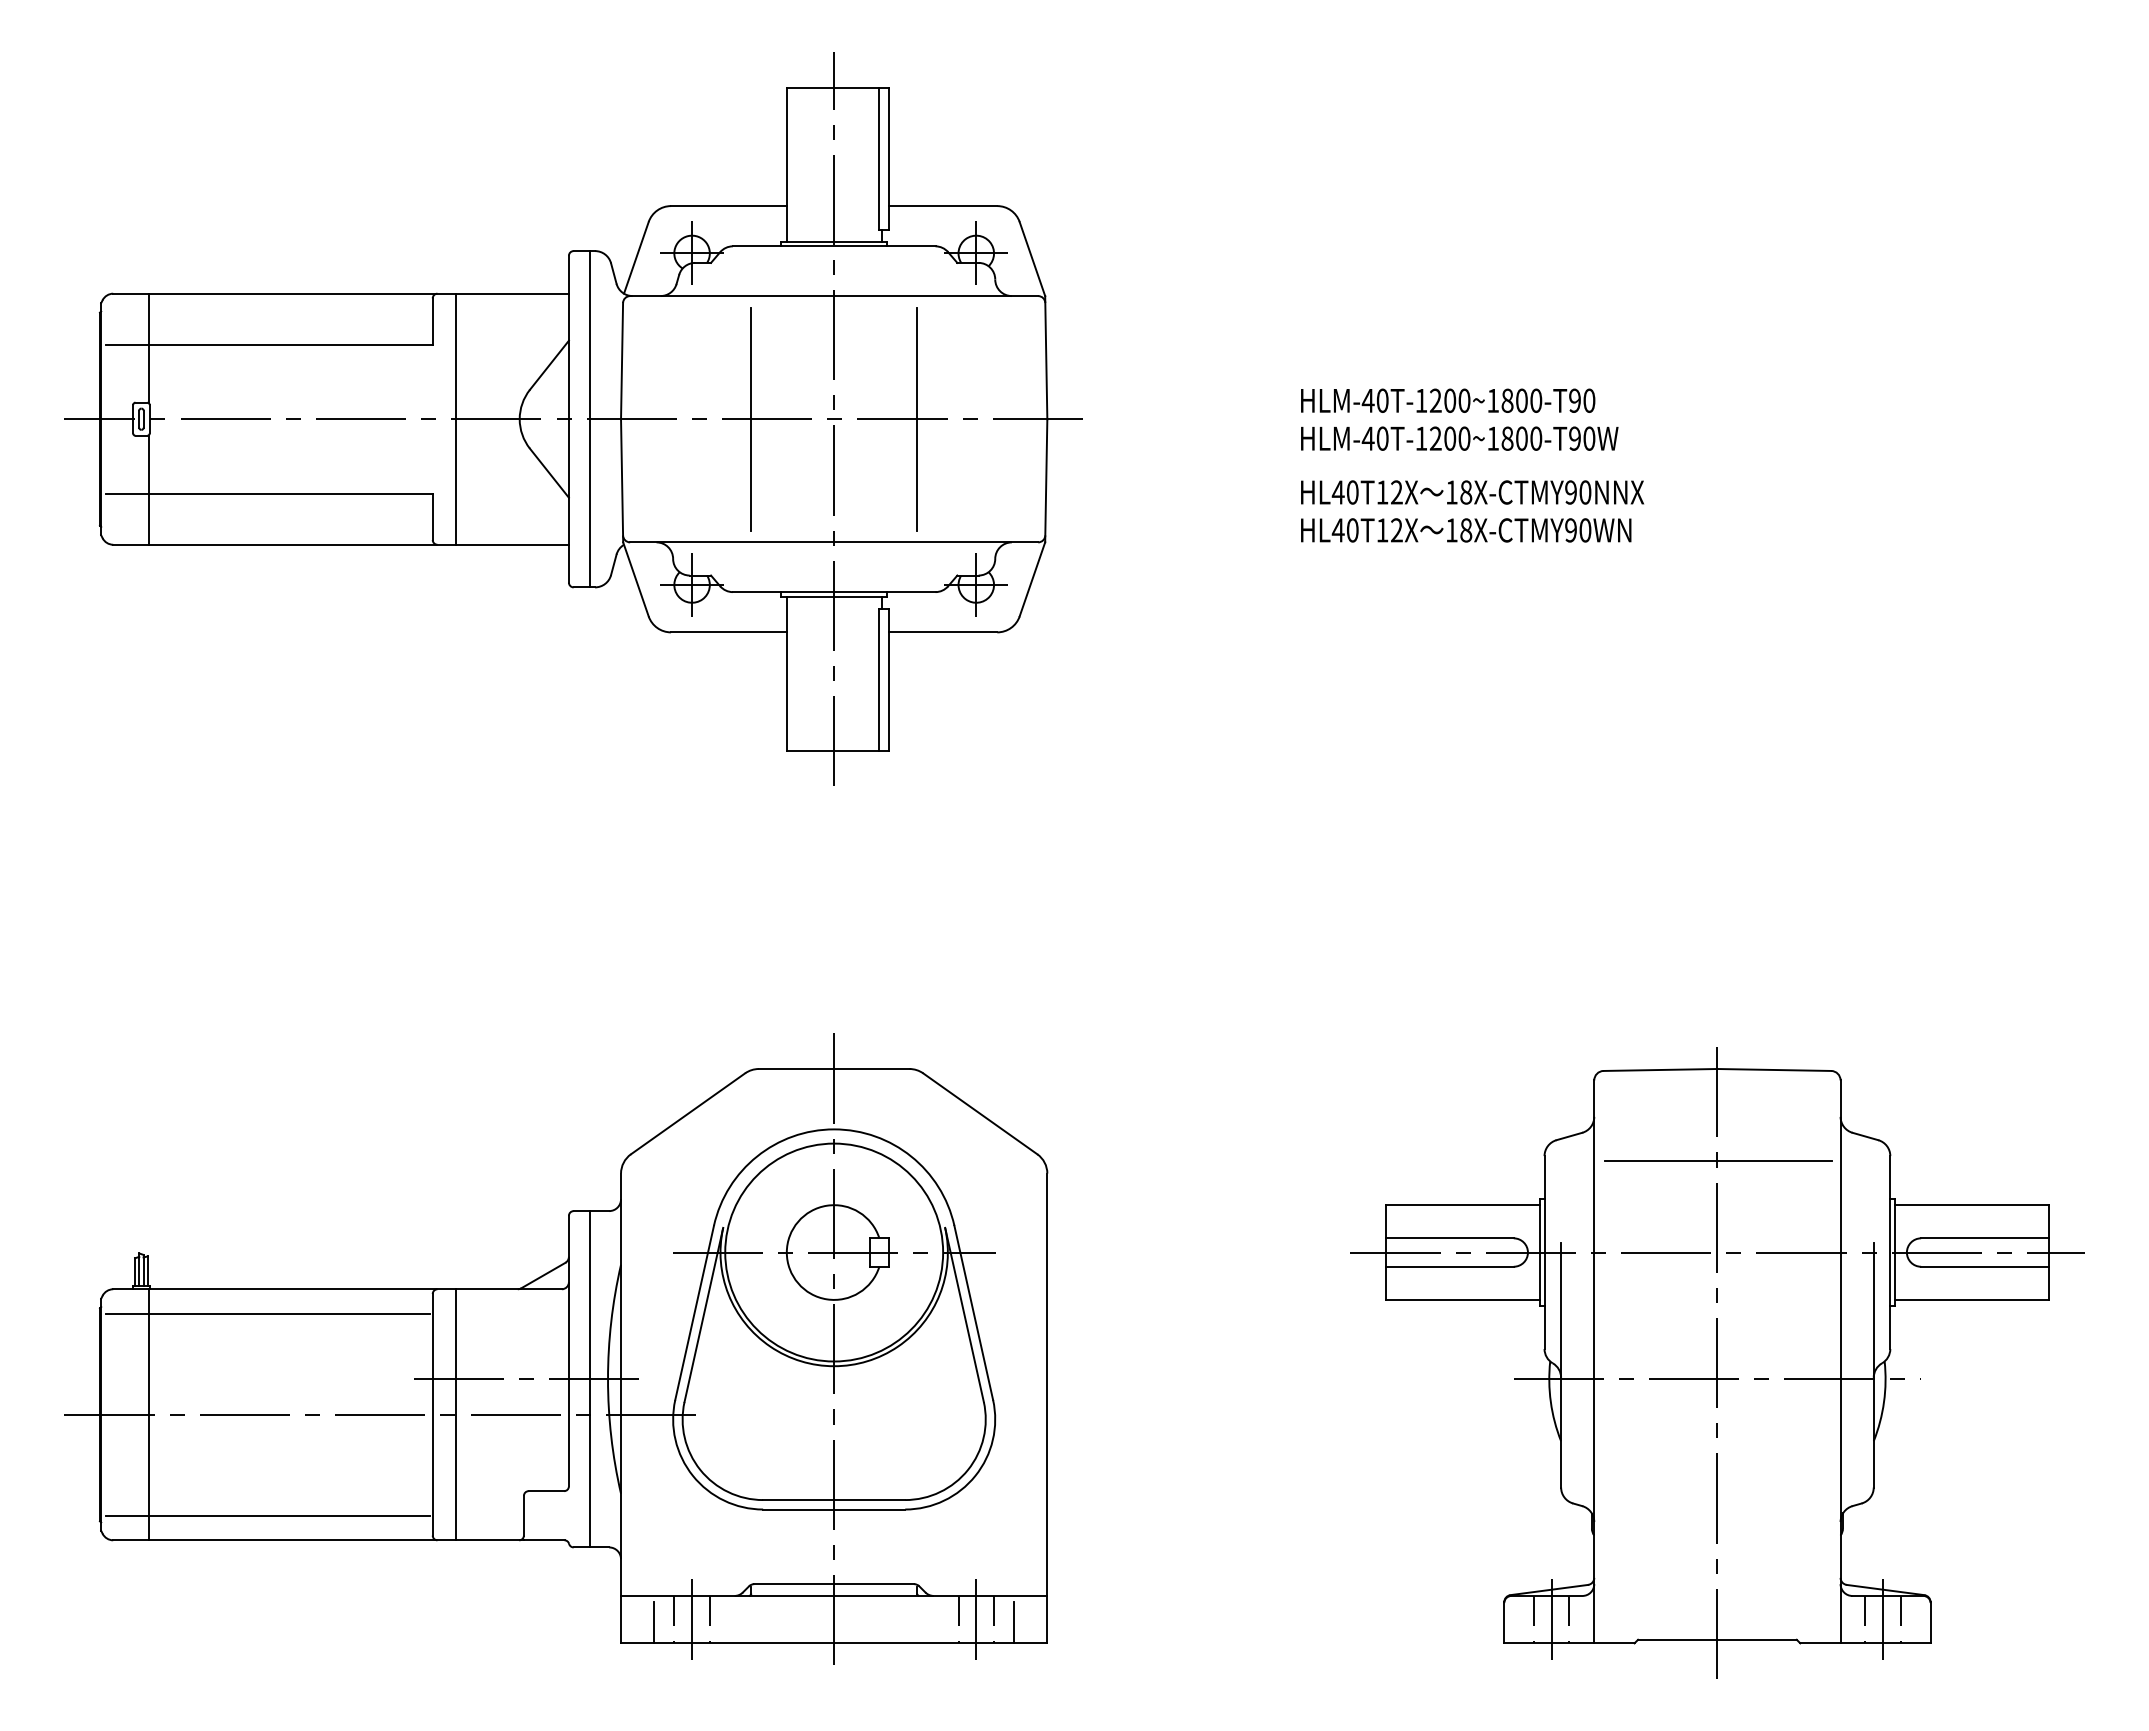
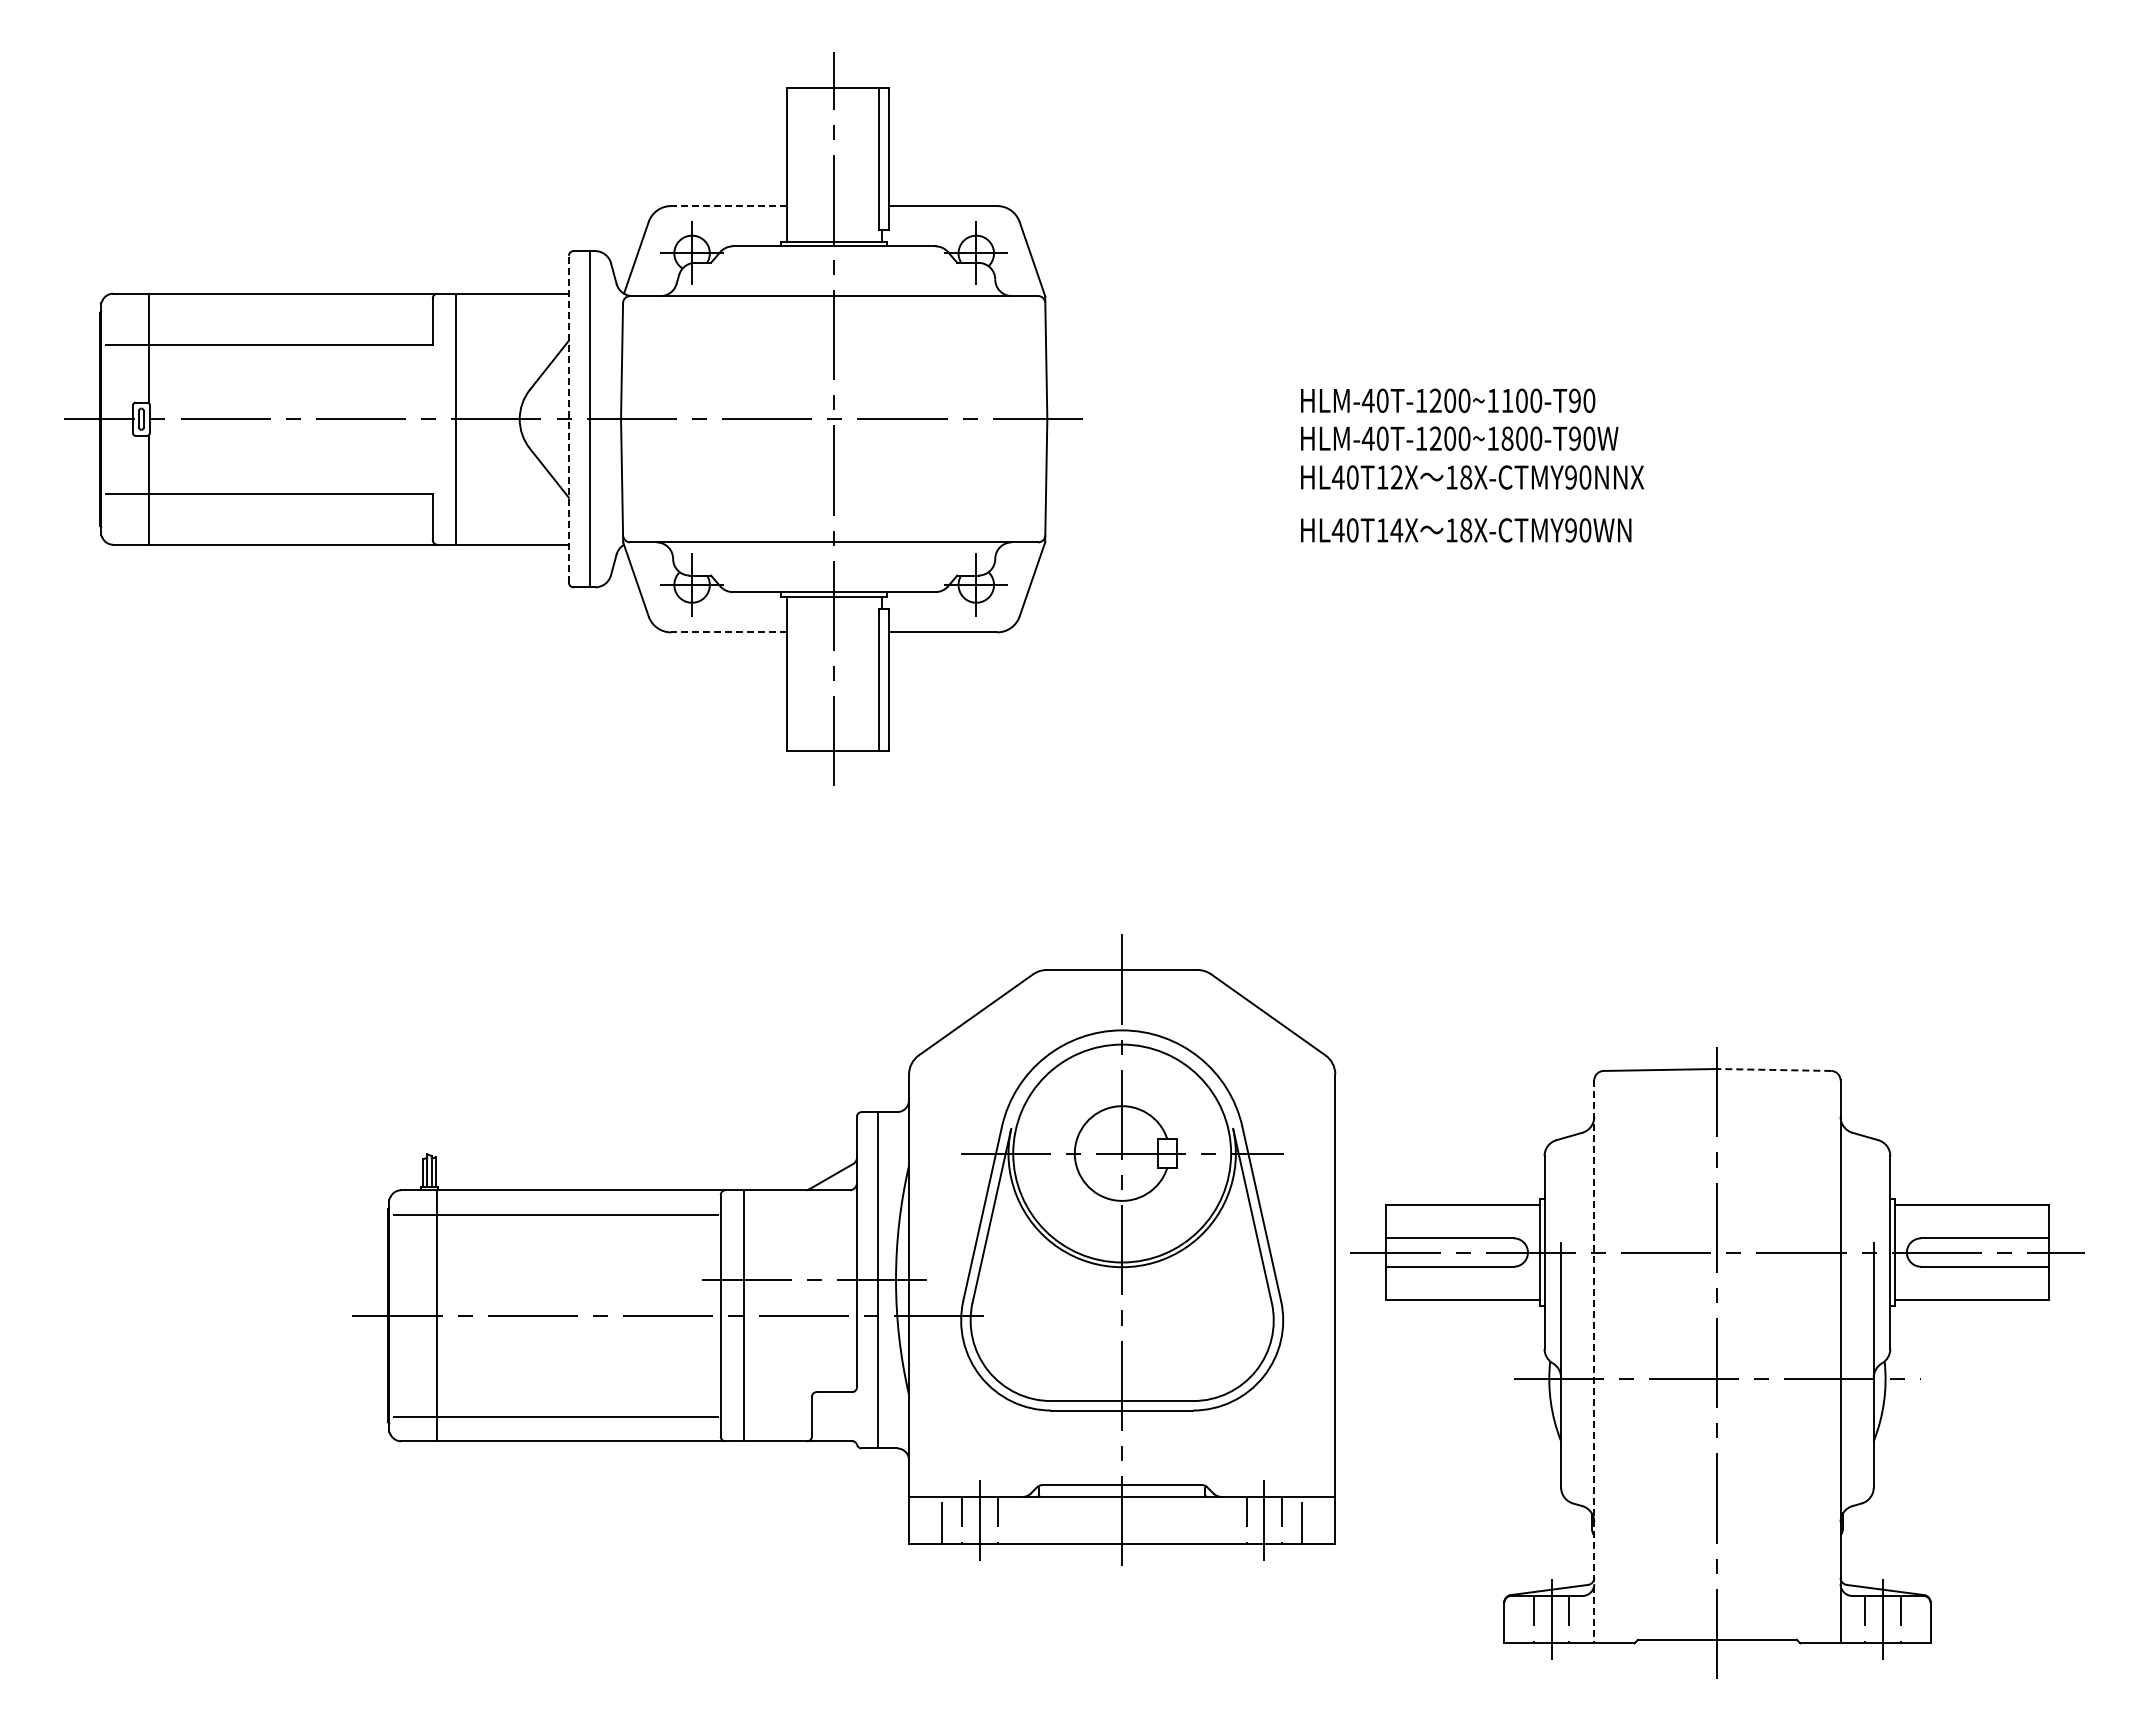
line at (728, 206): solid -> dashed
text at (1507, 400): HLM-40T-1200~1800-T90 -> HLM-40T-1200~1100-T90
line at (568, 418): solid -> dashed
line at (751, 418): present -> none
line at (917, 418): present -> none
text at (1472, 492) position: (1472, 492) -> (1472, 477)
text at (1396, 530): HL40T12X -> HL40T14X
line at (728, 632): solid -> dashed
line at (1774, 1069): solid -> dashed
line at (1717, 1161): present -> none
part at (556, 1348) position: (556, 1348) -> (844, 1249)
line at (1594, 1362): solid -> dashed
